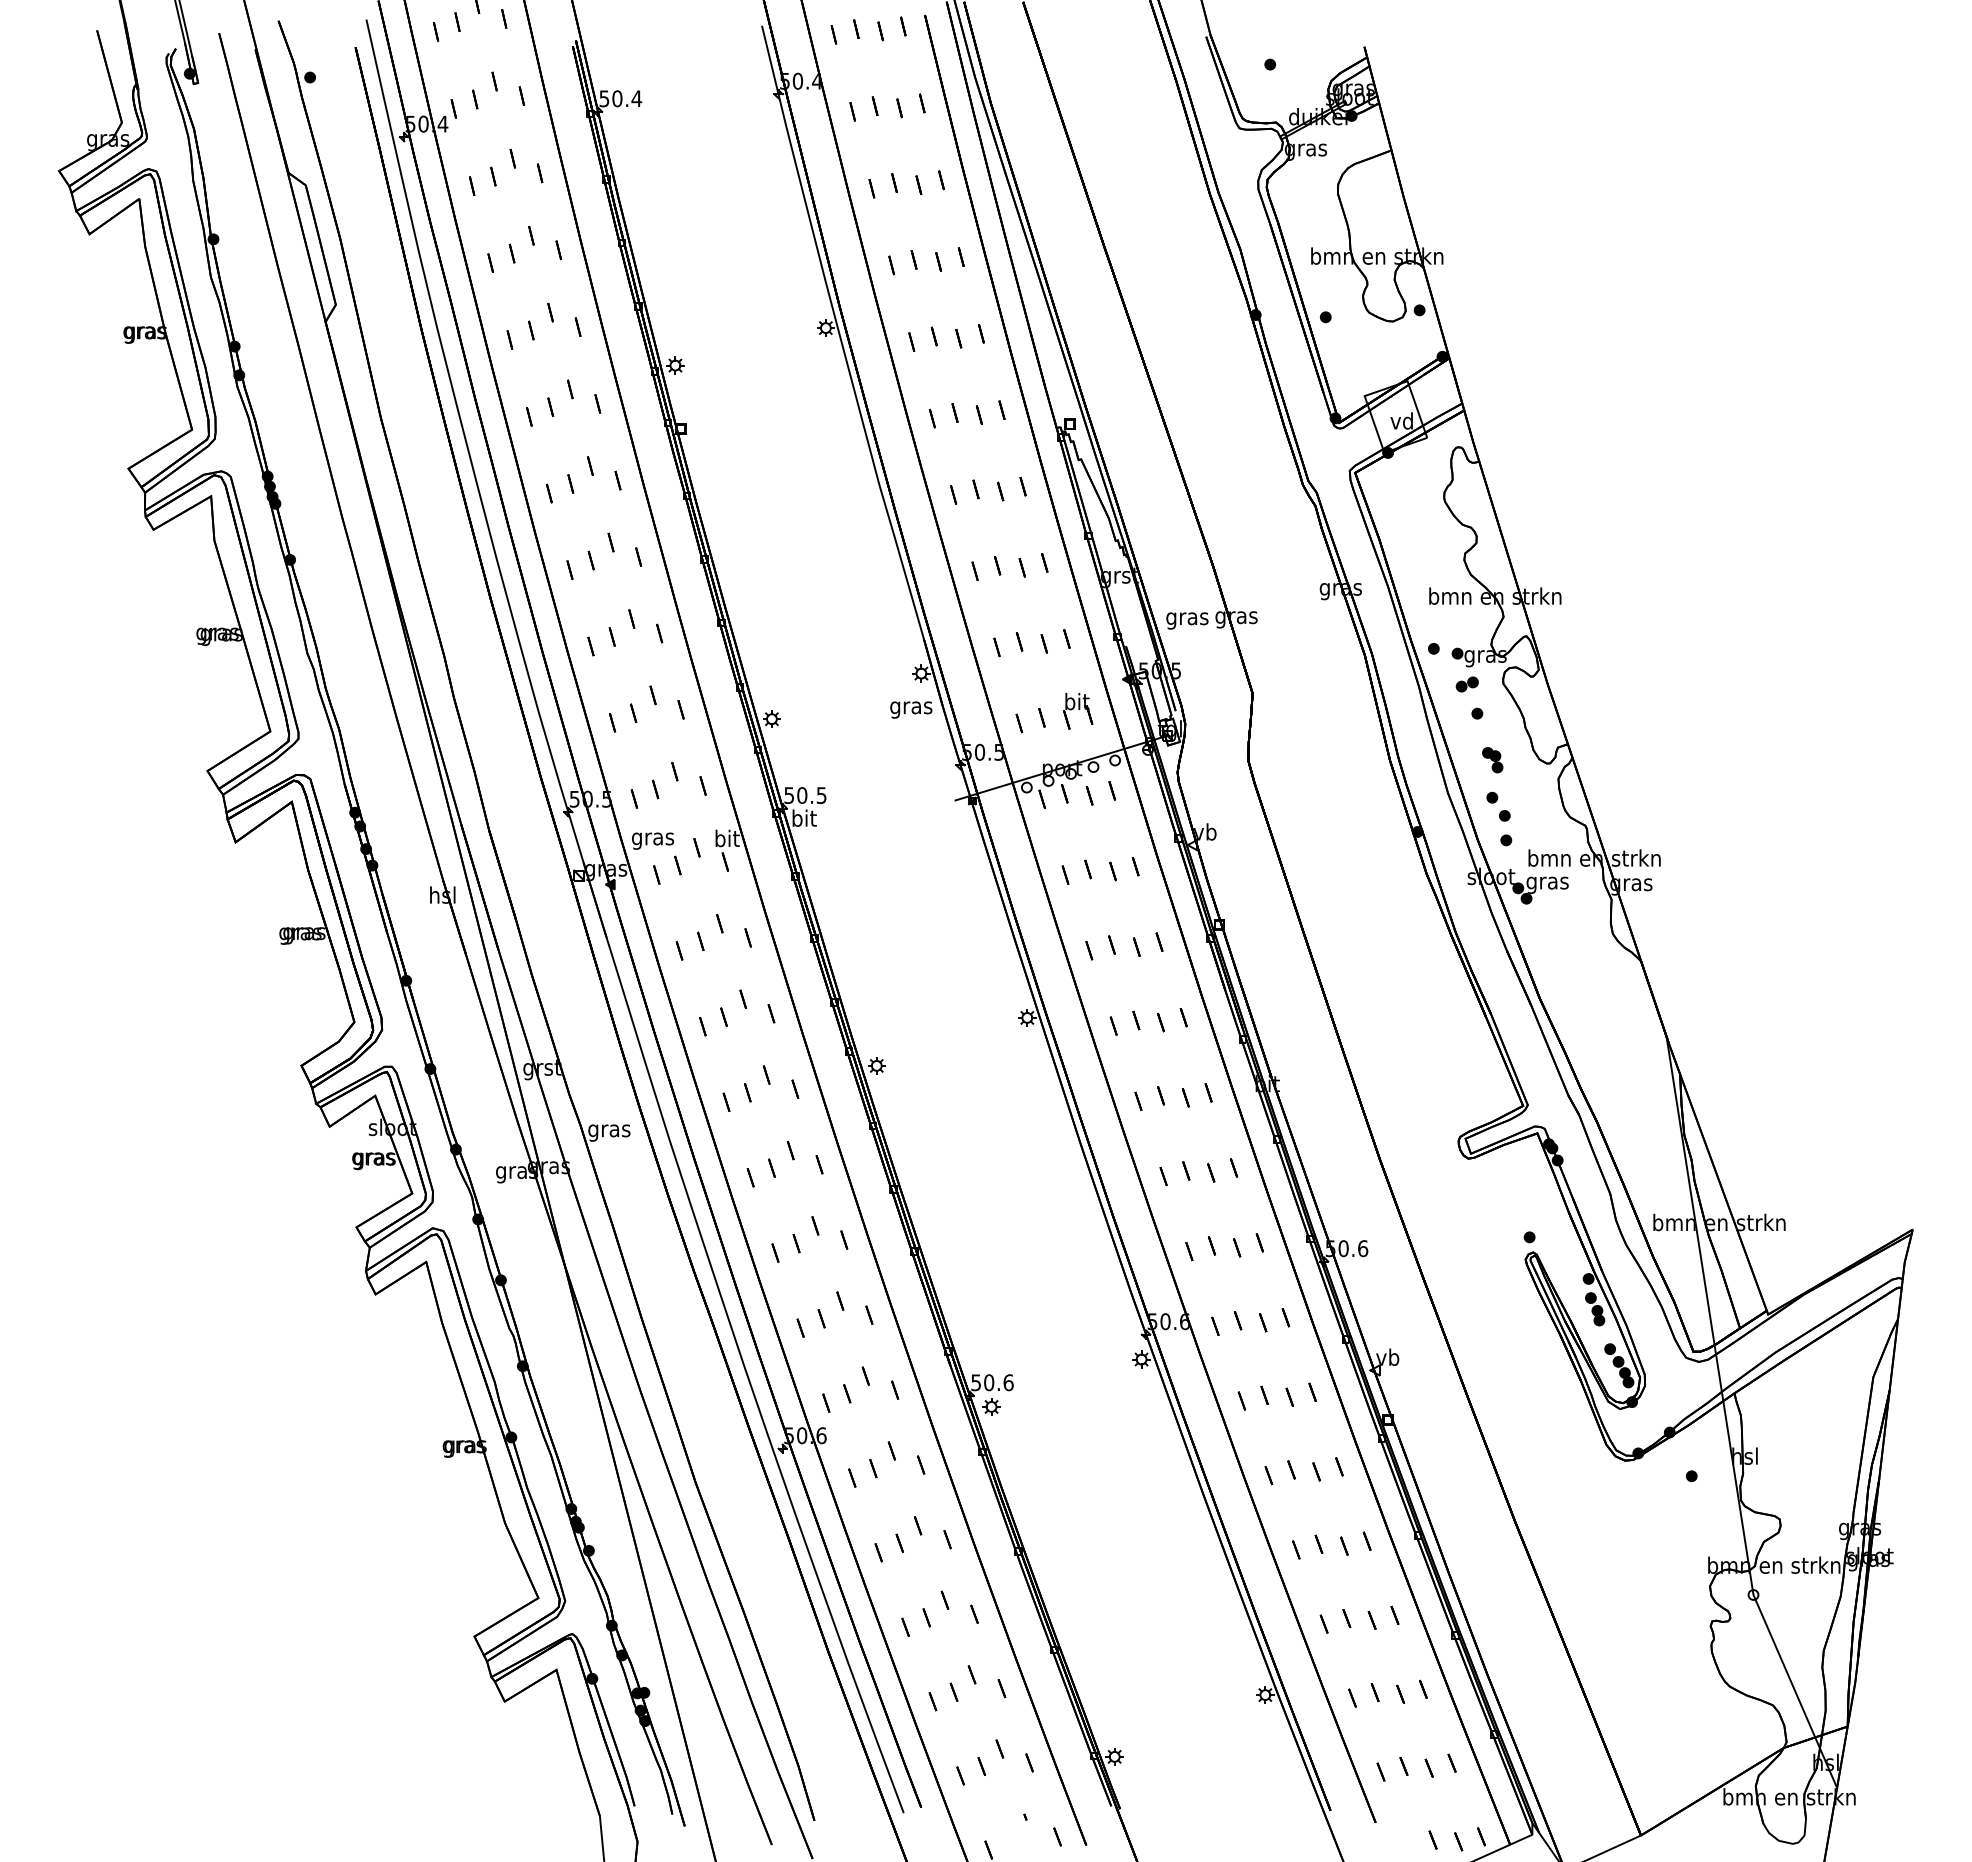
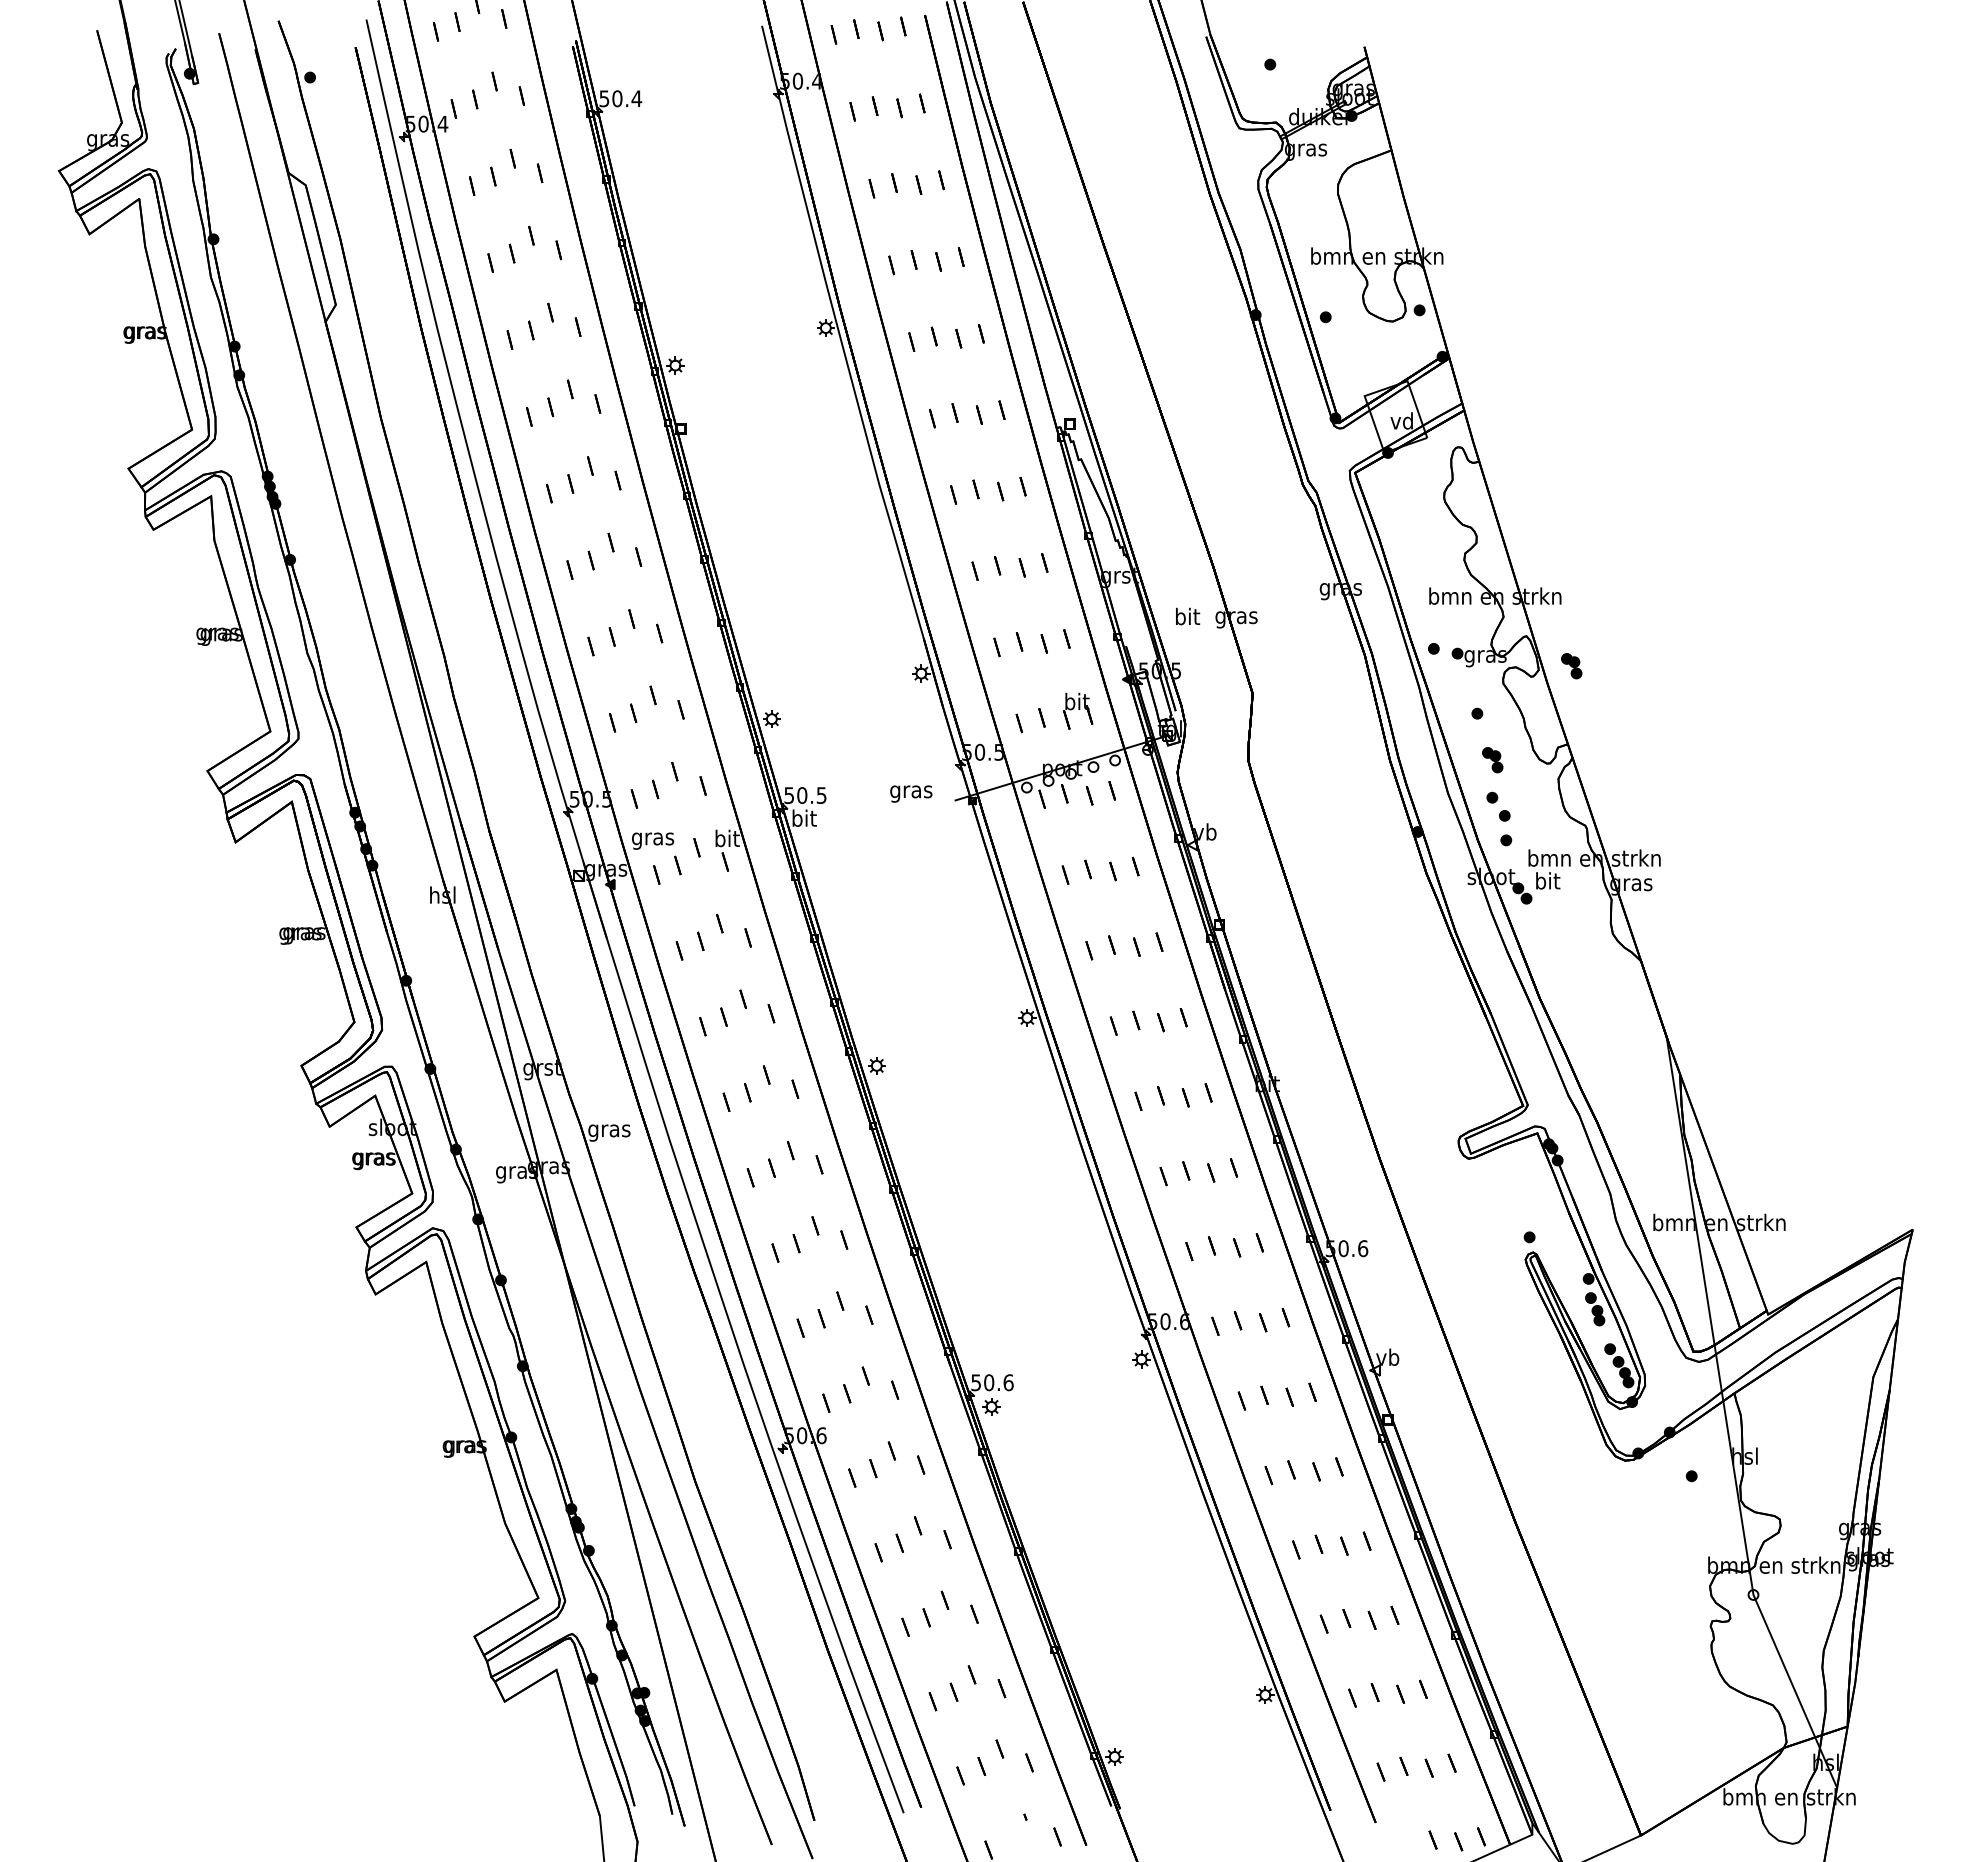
text at (1187, 618): gras -> bit
part at (1571, 666): none -> present
part at (1466, 684): present -> none
text at (911, 709) position: (911, 709) -> (911, 793)
text at (1547, 882): gras -> bit
